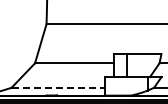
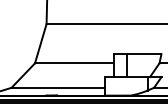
line at (58, 87): dashed -> solid
